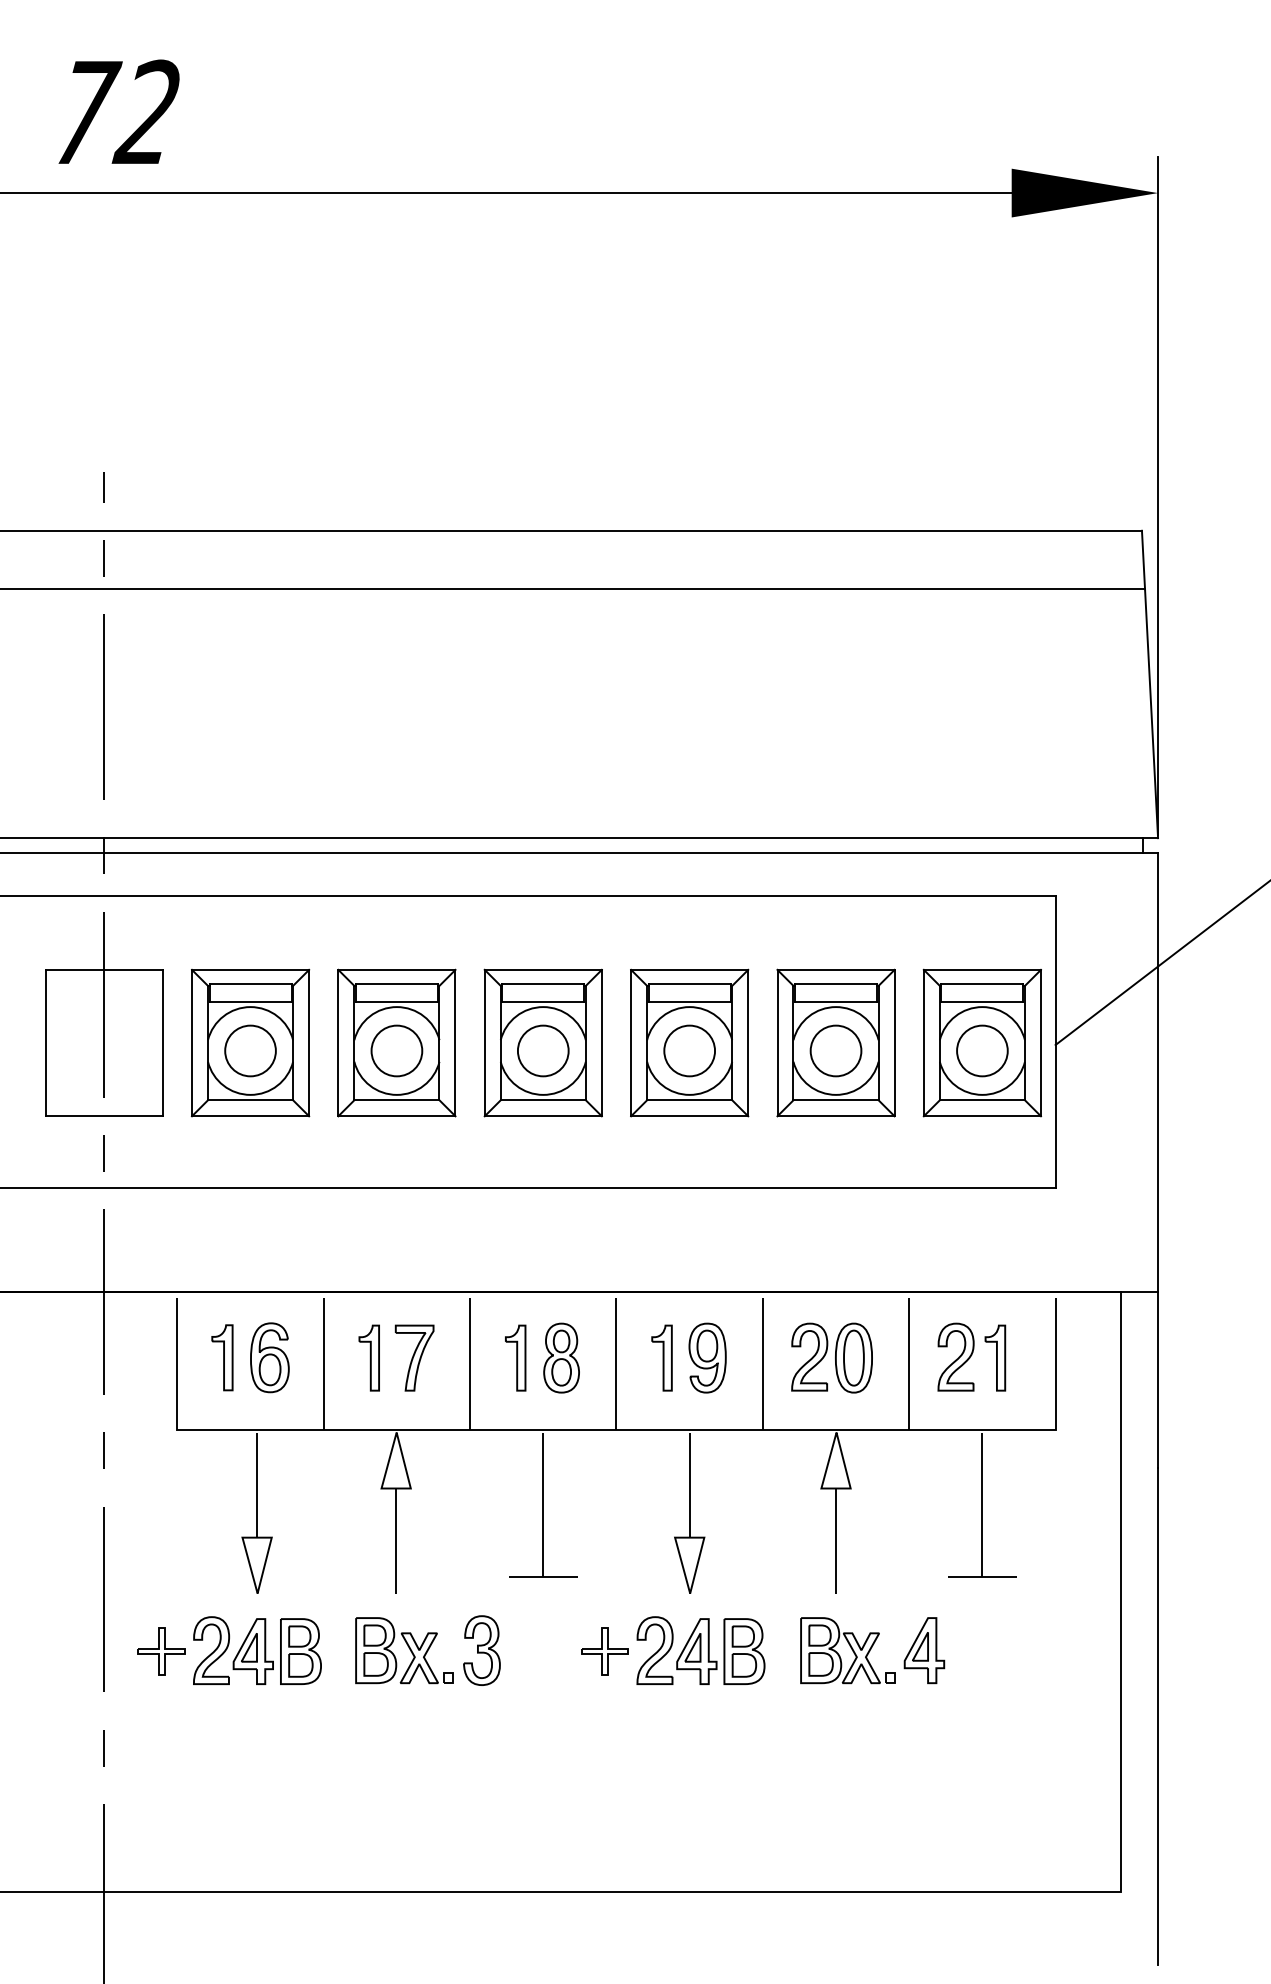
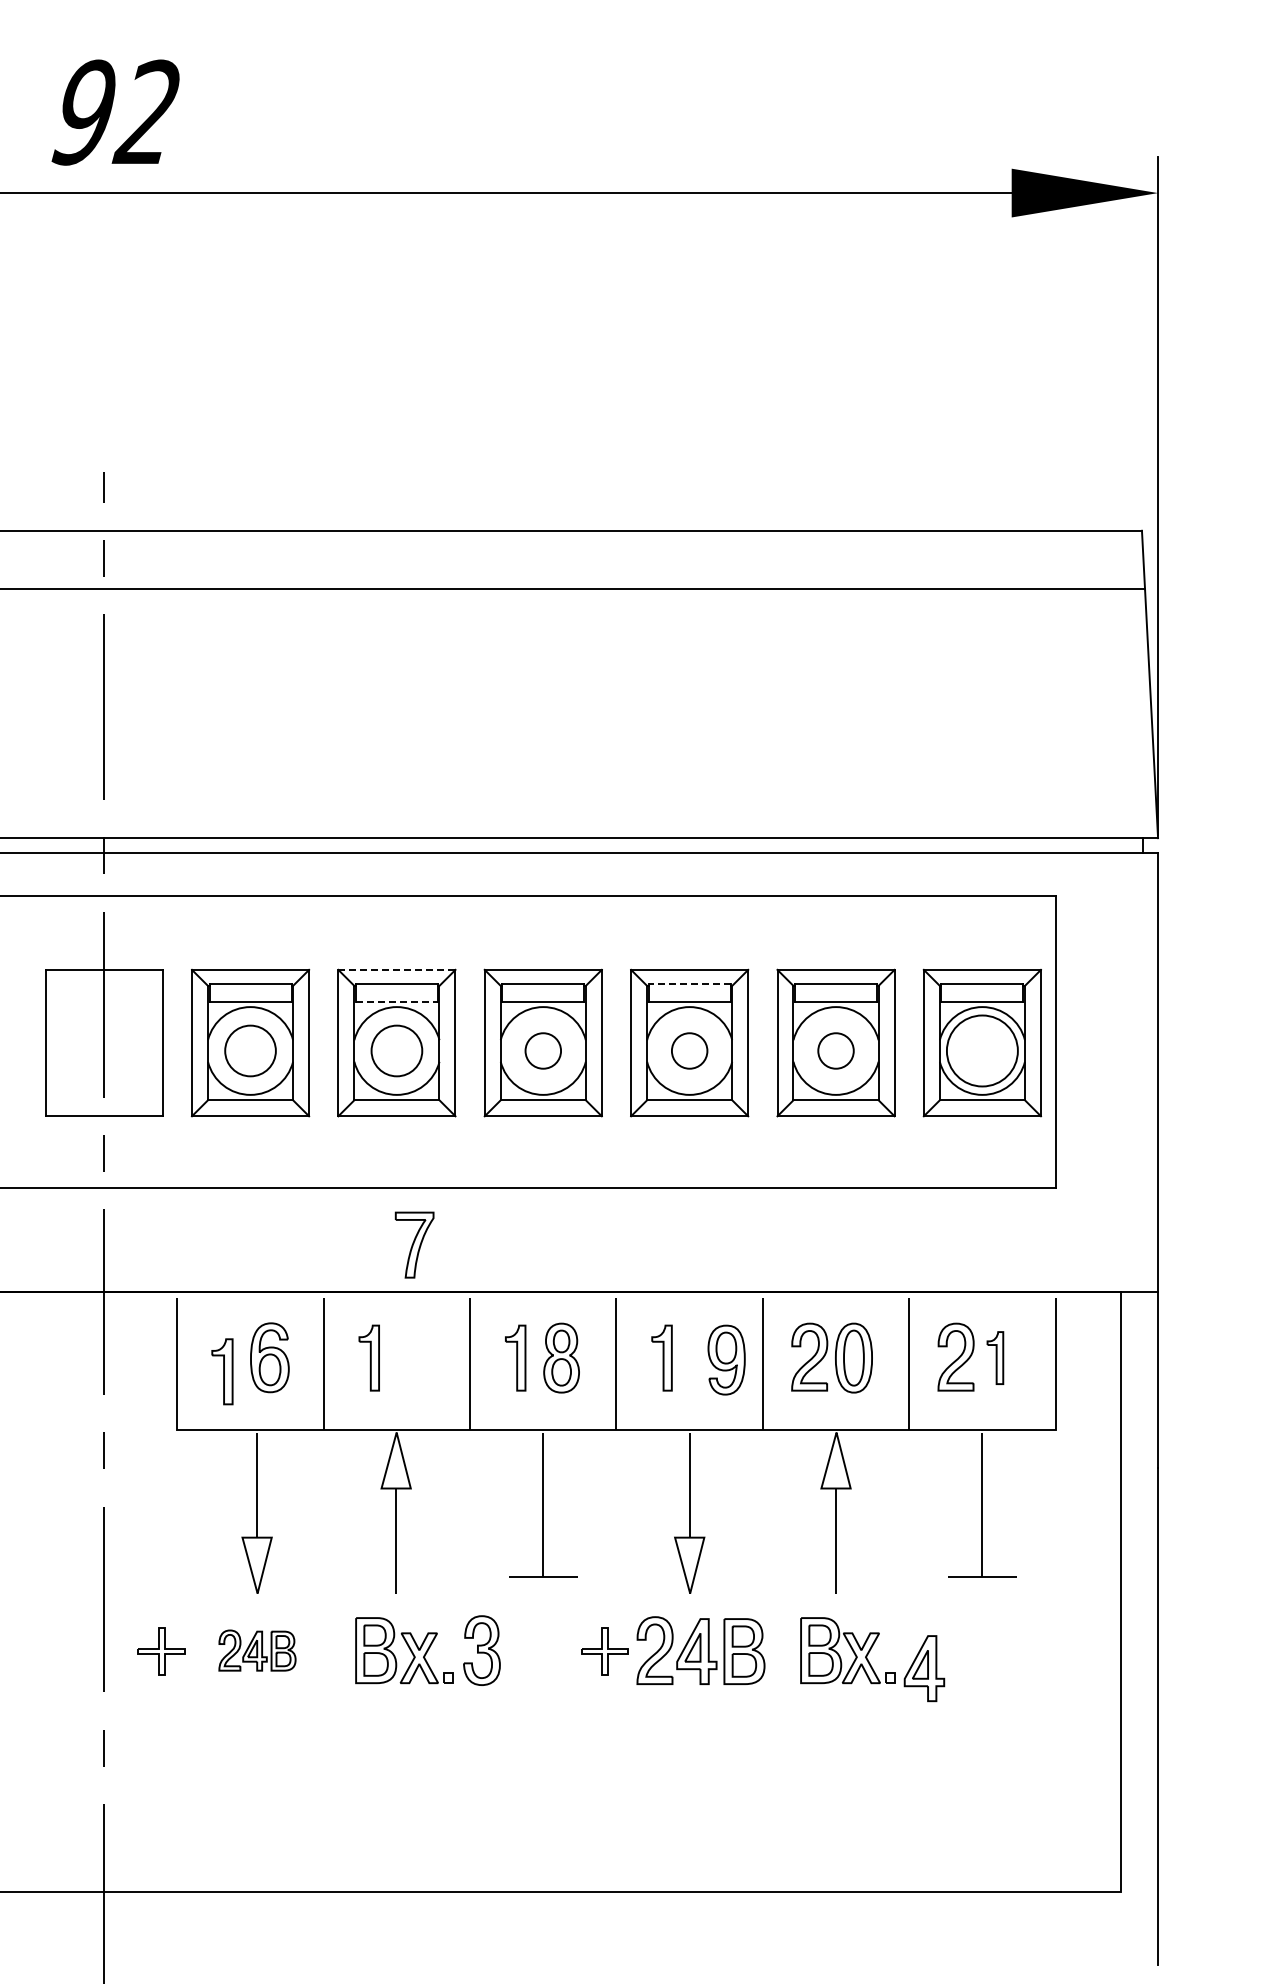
text at (86, 112): 72 -> 92
line at (1161, 963): present -> none
line at (396, 969): solid -> dashed
line at (689, 984): solid -> dashed
line at (396, 1001): solid -> dashed
circle at (542, 1050) diameter: 51 px -> 35 px
circle at (689, 1050) diameter: 51 px -> 35 px
circle at (835, 1050) diameter: 51 px -> 35 px
circle at (982, 1050) diameter: 51 px -> 71 px
part at (222, 1357) position: (222, 1357) -> (222, 1371)
part at (414, 1357) position: (414, 1357) -> (414, 1244)
part at (707, 1357) position: (707, 1357) -> (726, 1359)
part at (995, 1357) size: 23x68 px -> 19x54 px
part at (257, 1650) size: 129x69 px -> 79x43 px
part at (924, 1650) position: (924, 1650) -> (924, 1668)
